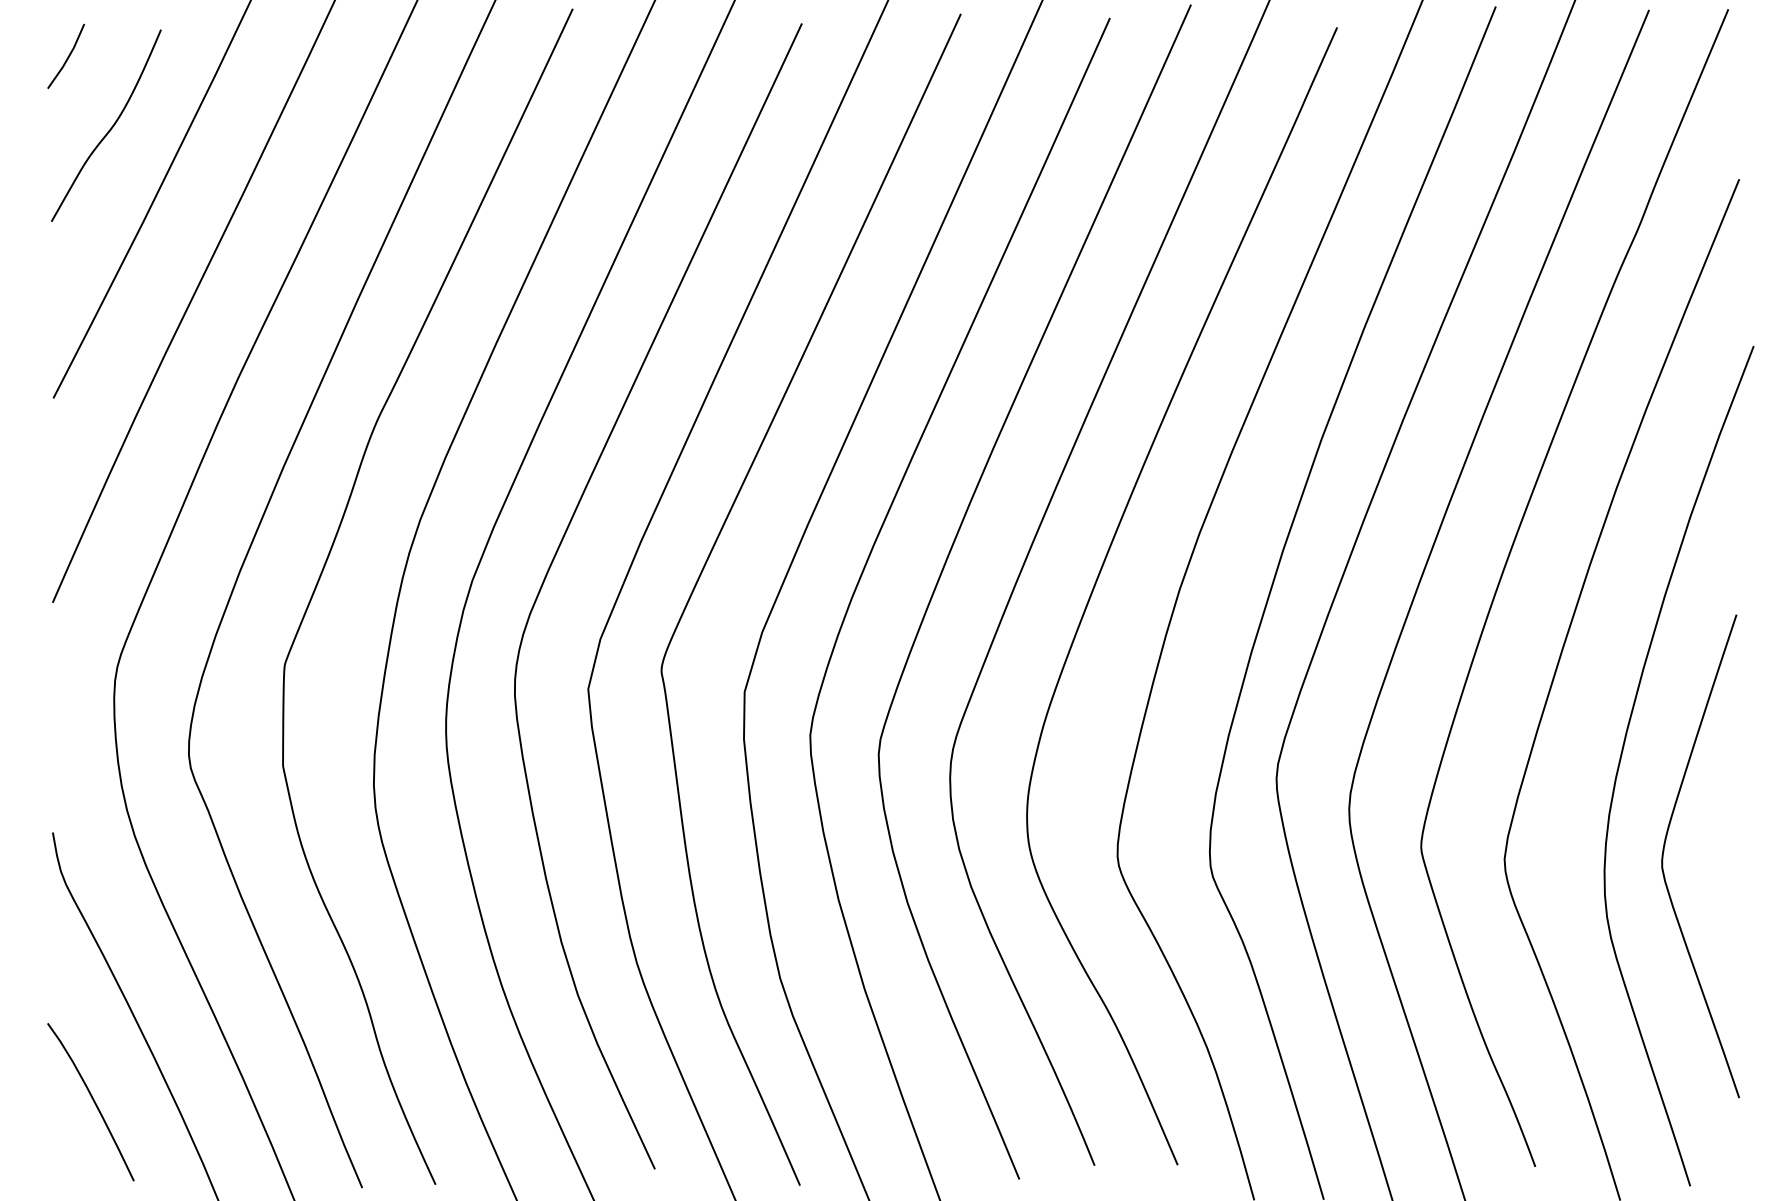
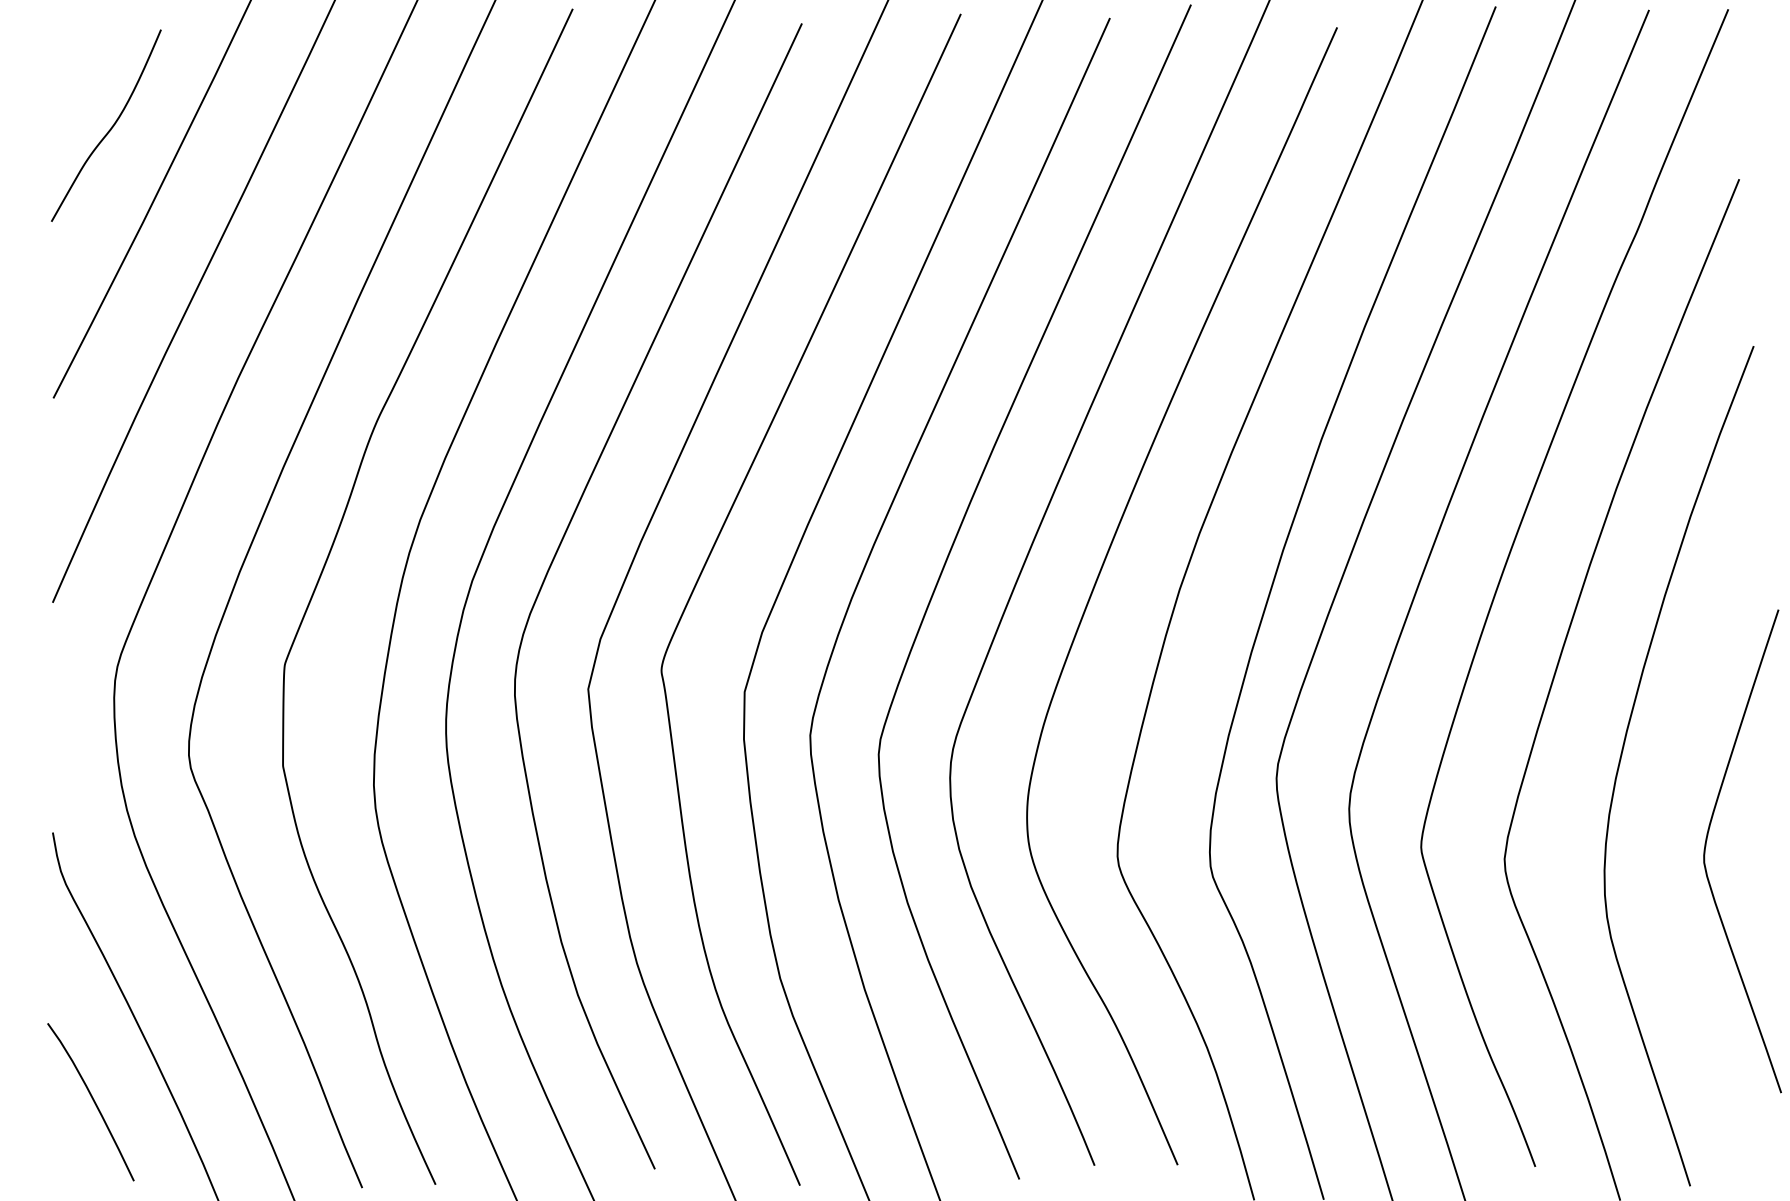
line at (67, 56): present -> none
curve at (1664, 851) position: (1664, 851) -> (1706, 846)
